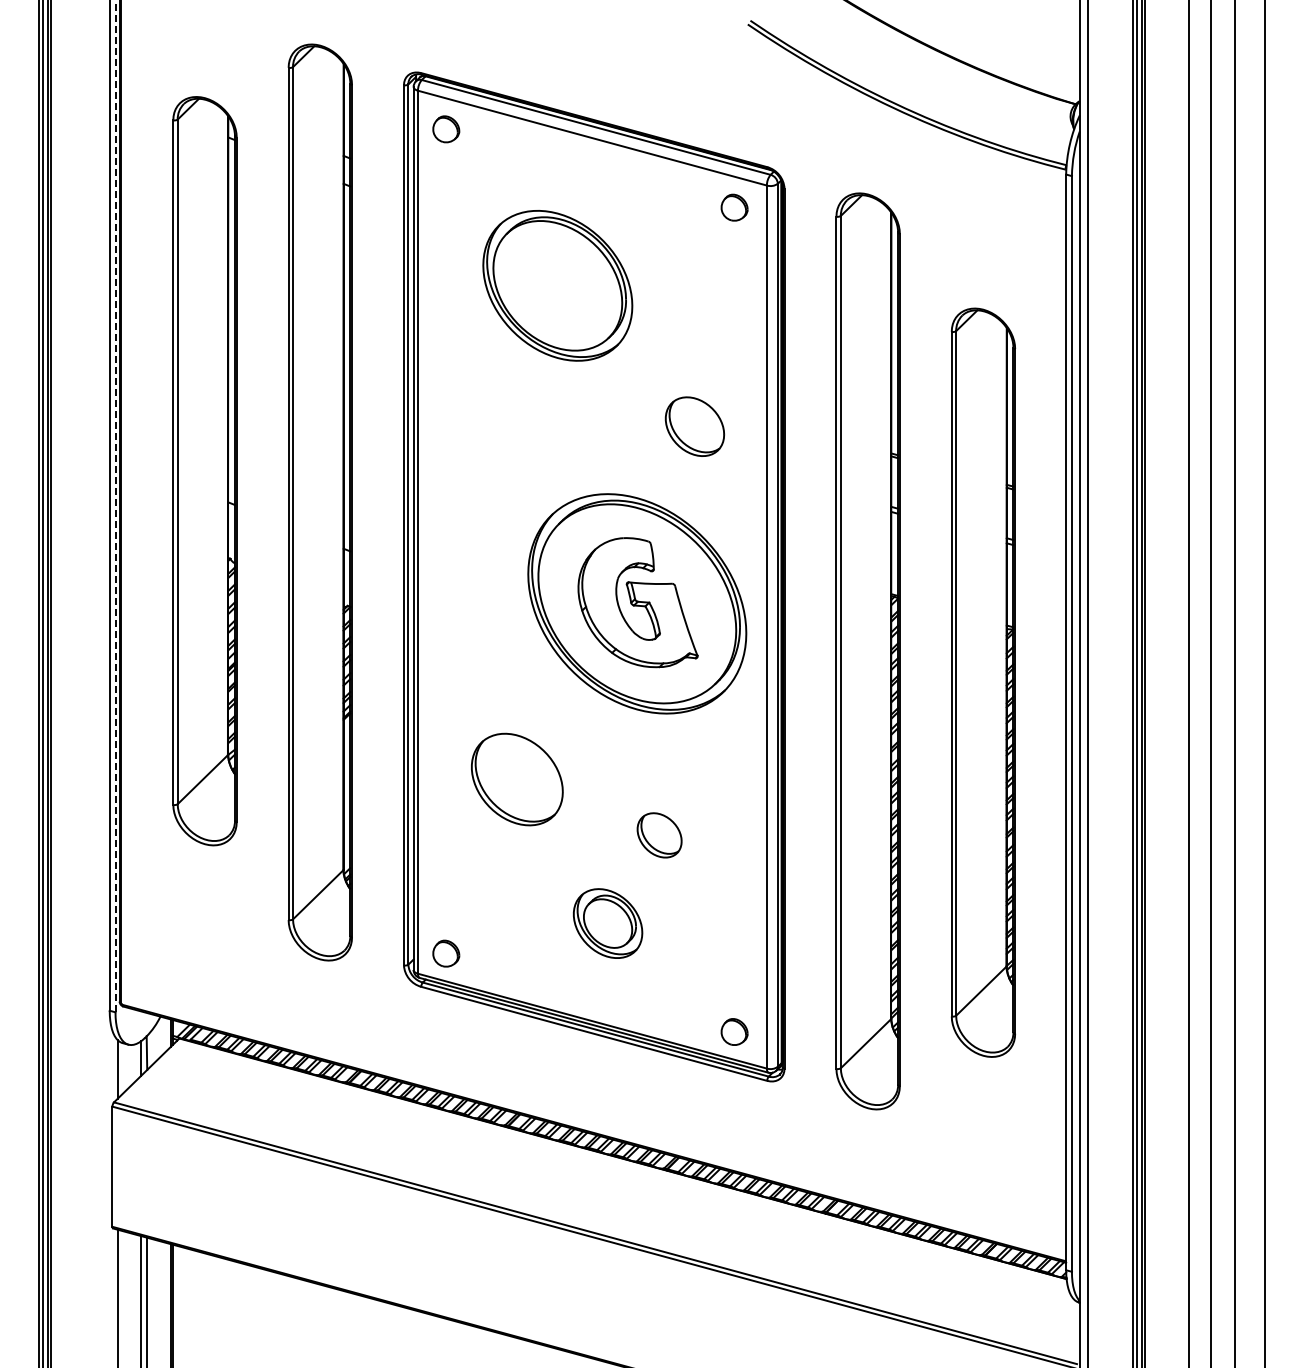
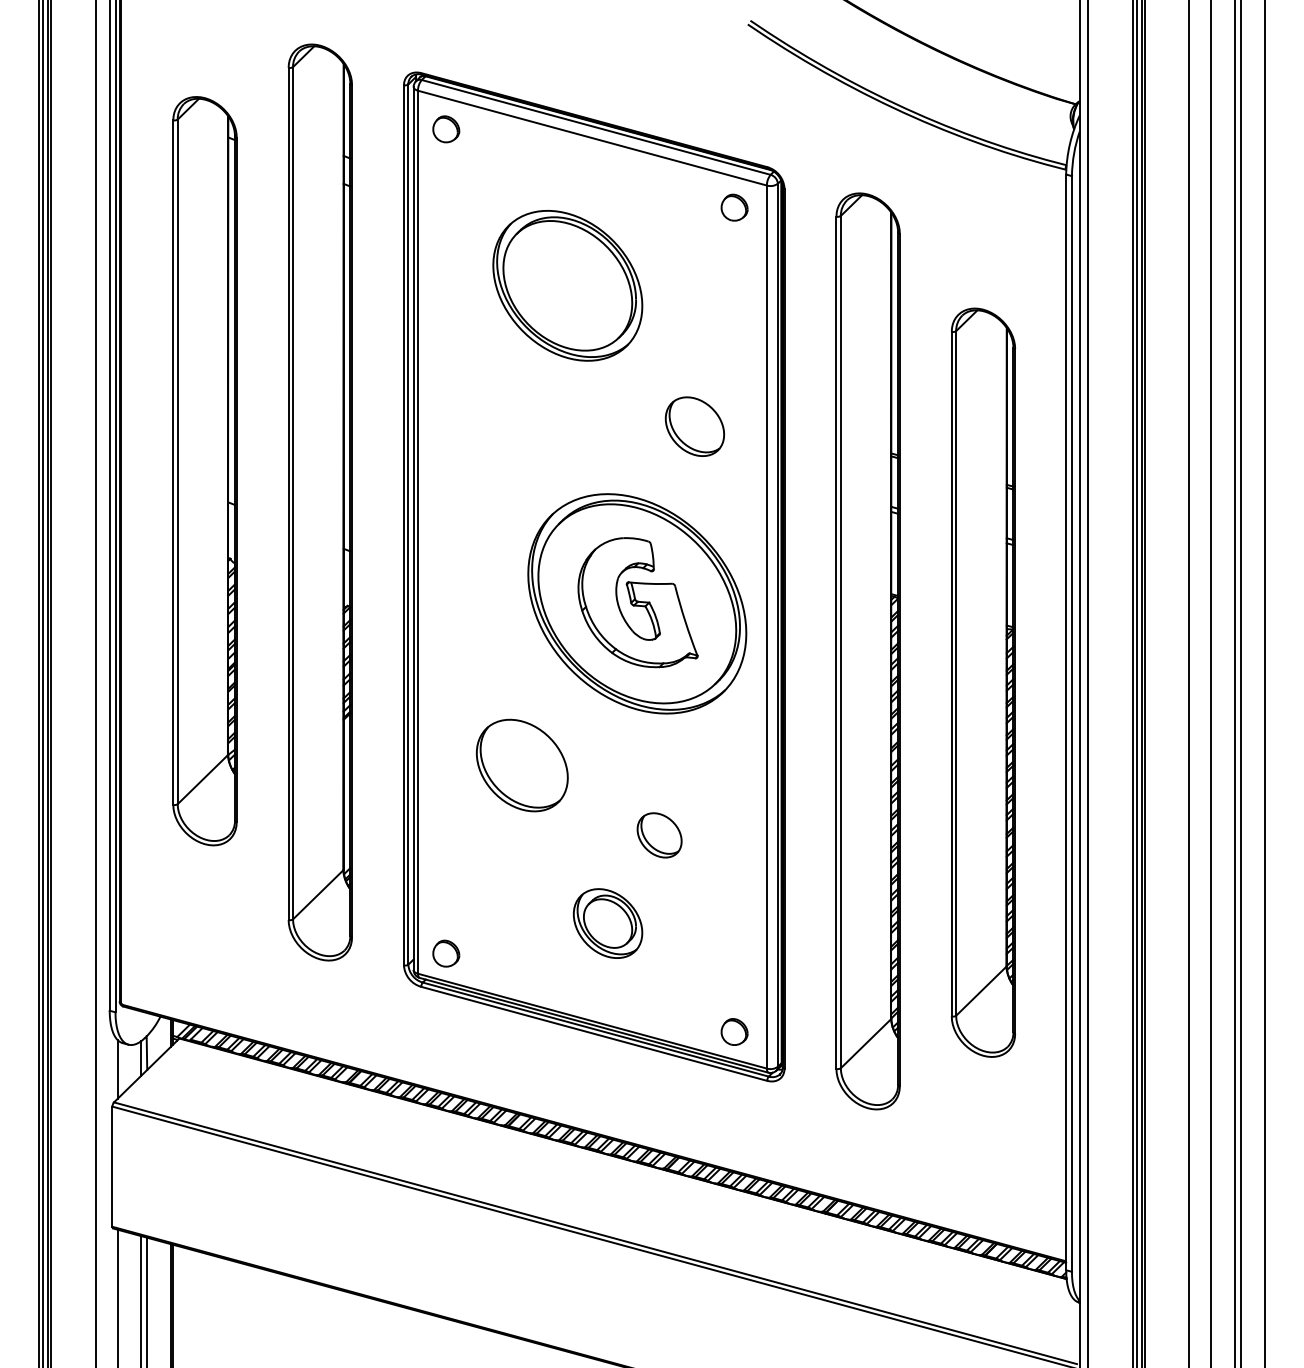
part at (557, 285) position: (557, 285) -> (567, 285)
line at (115, 506): dashed -> solid
line at (95, 683): none -> present
line at (1241, 683): none -> present
part at (517, 779) position: (517, 779) -> (522, 765)
